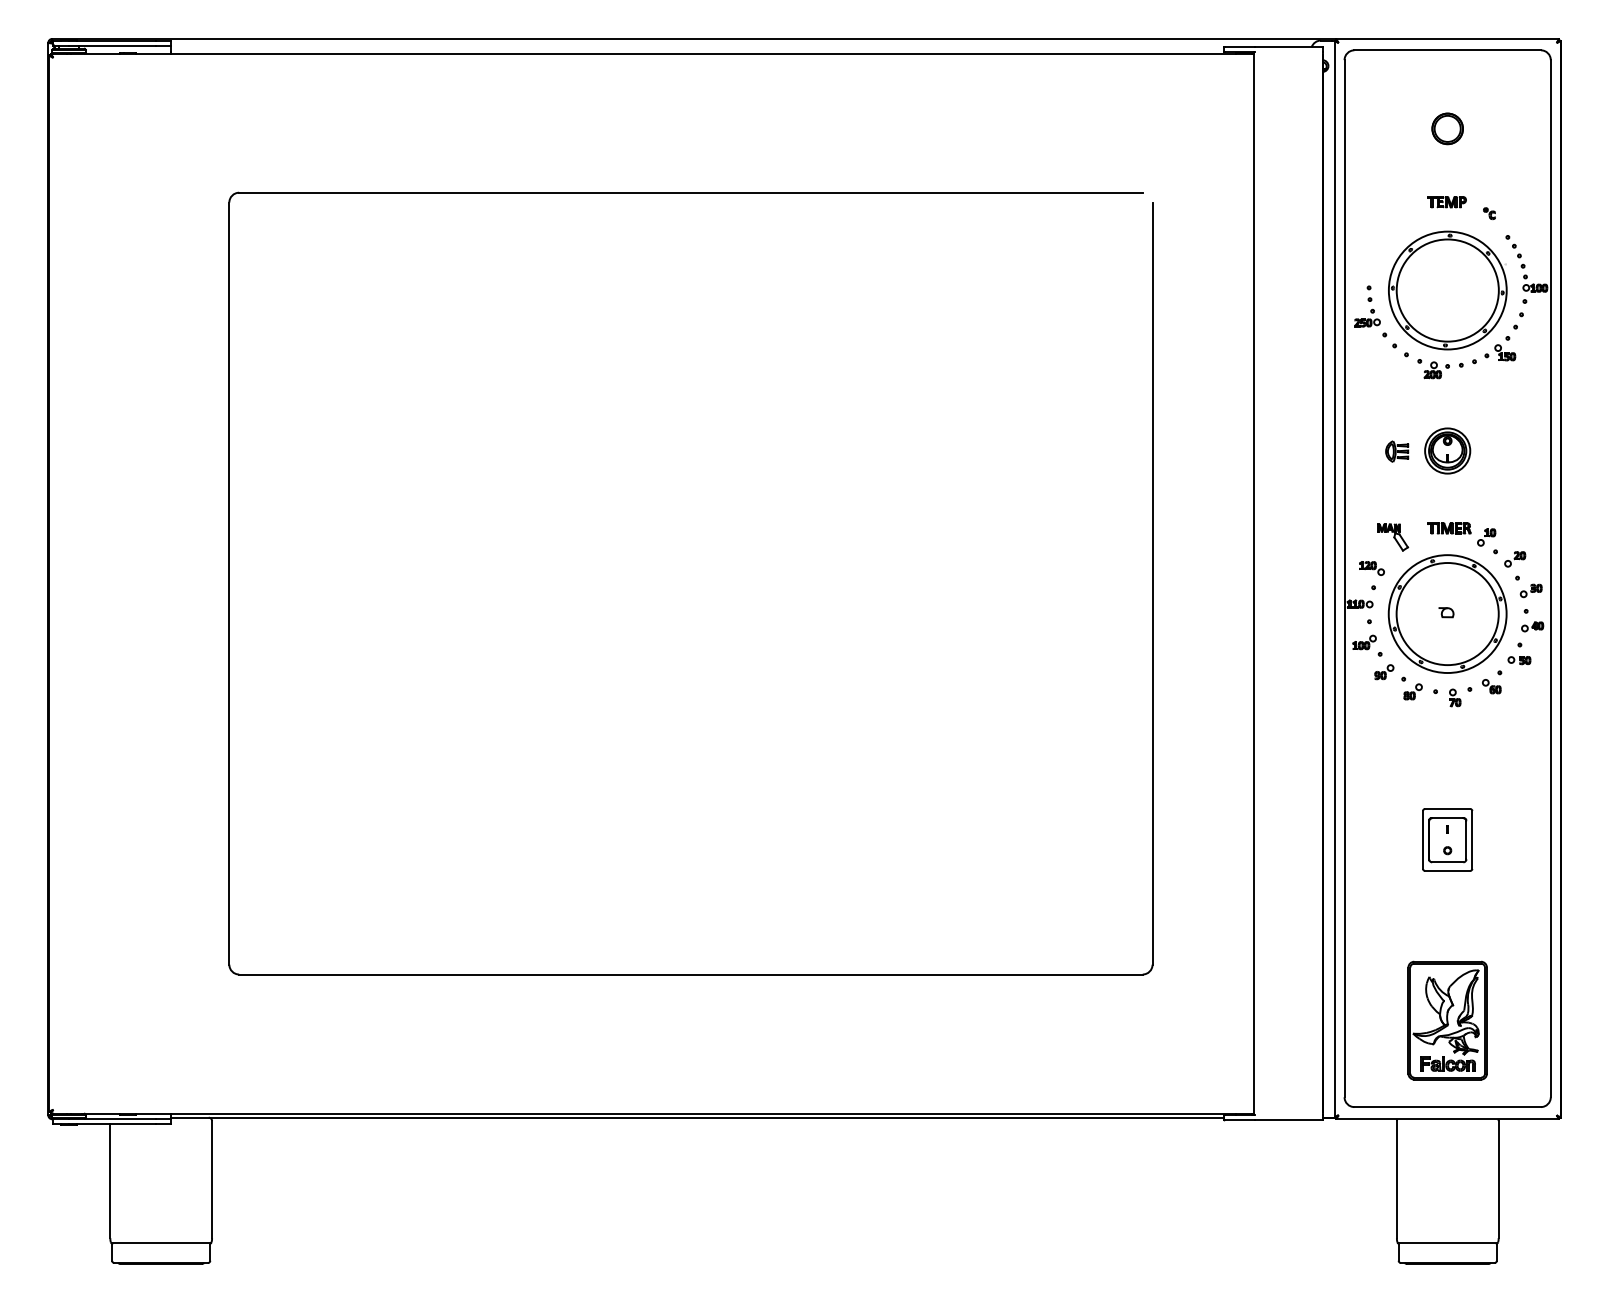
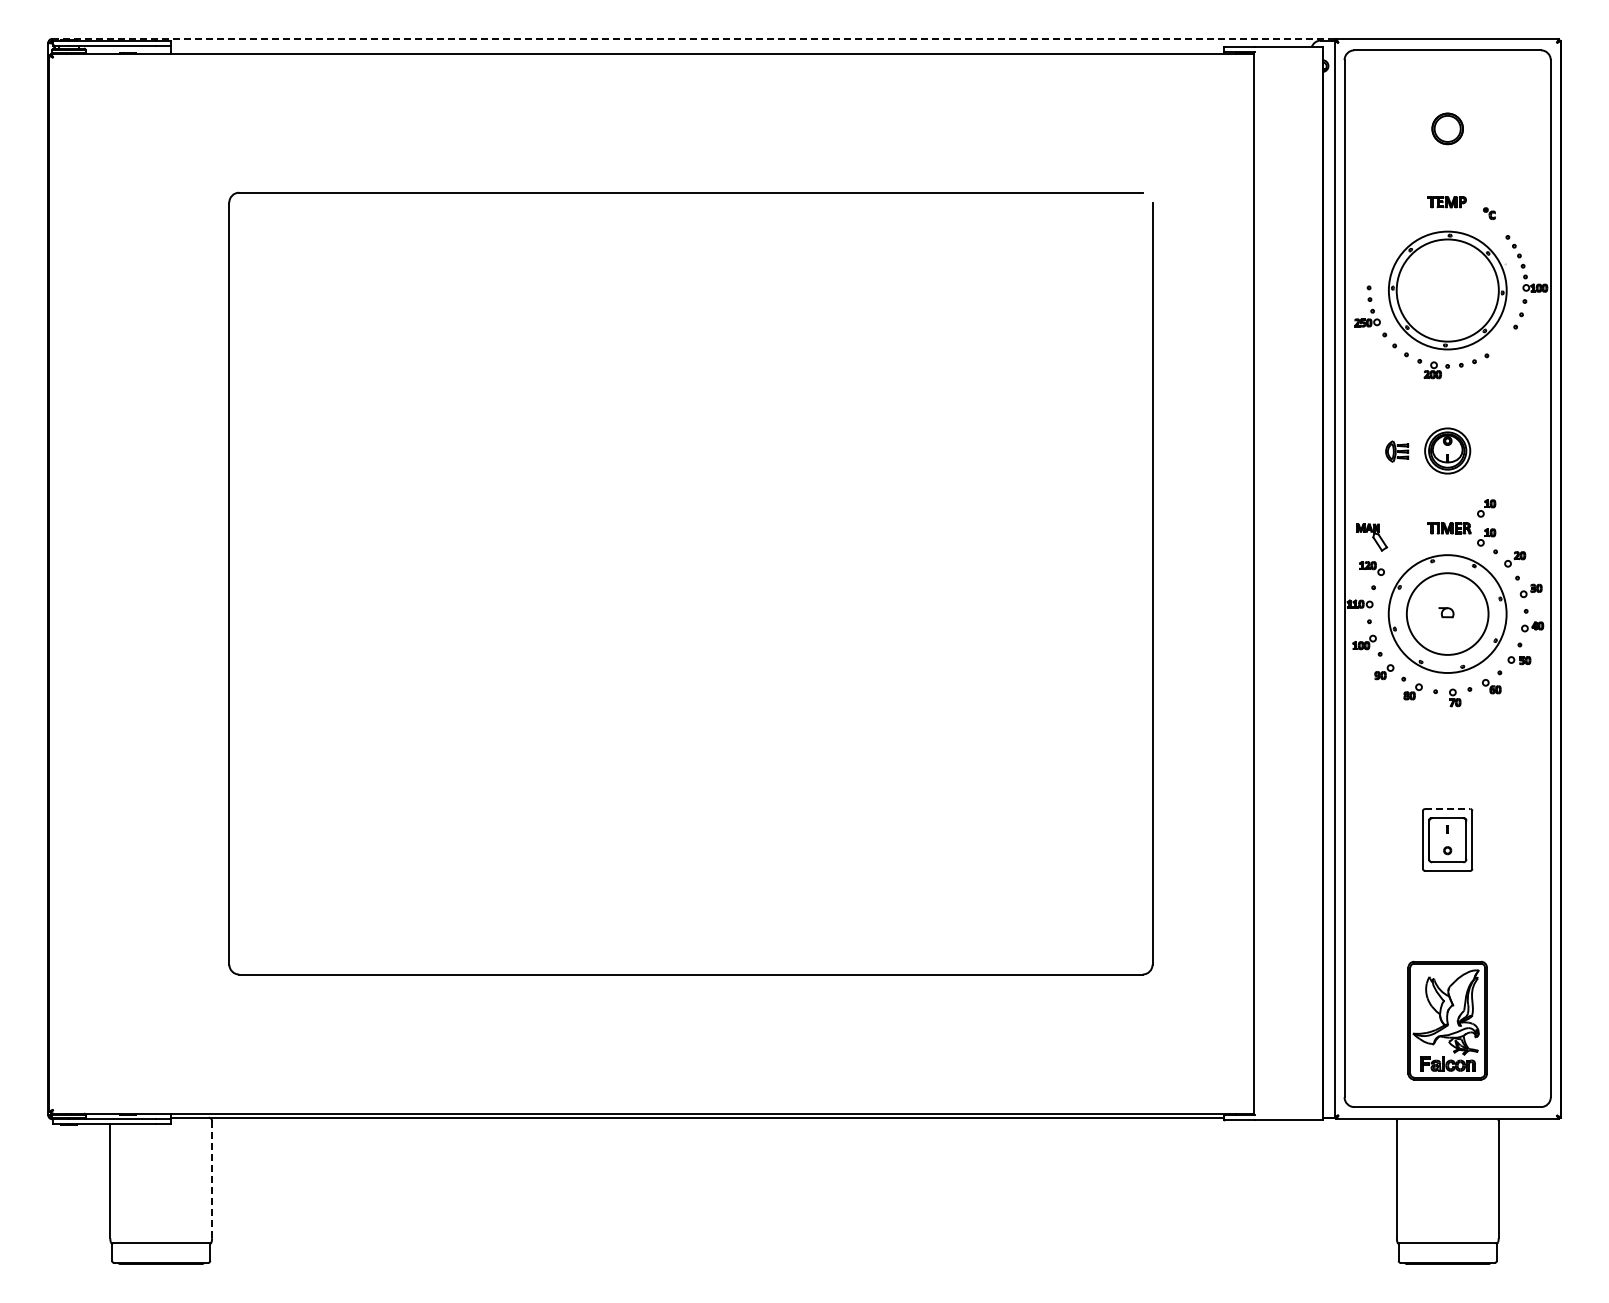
line at (694, 38): solid -> dashed
part at (1505, 348): present -> none
part at (1486, 508): none -> present
part at (1393, 537) position: (1393, 537) -> (1372, 537)
circle at (1447, 614) diameter: 102 px -> 82 px
line at (1447, 809): solid -> dashed
line at (212, 1179): solid -> dashed
